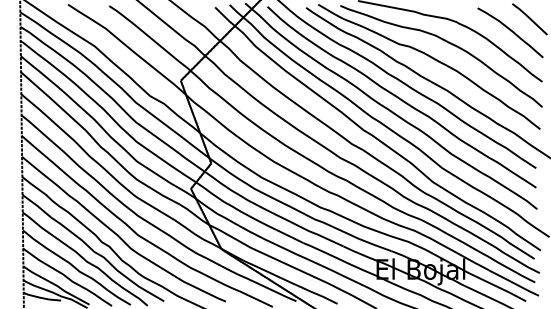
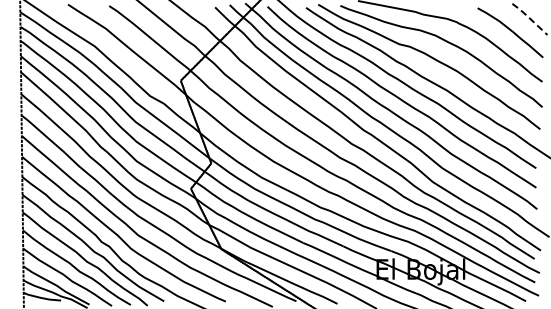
line at (529, 17): solid -> dashed
